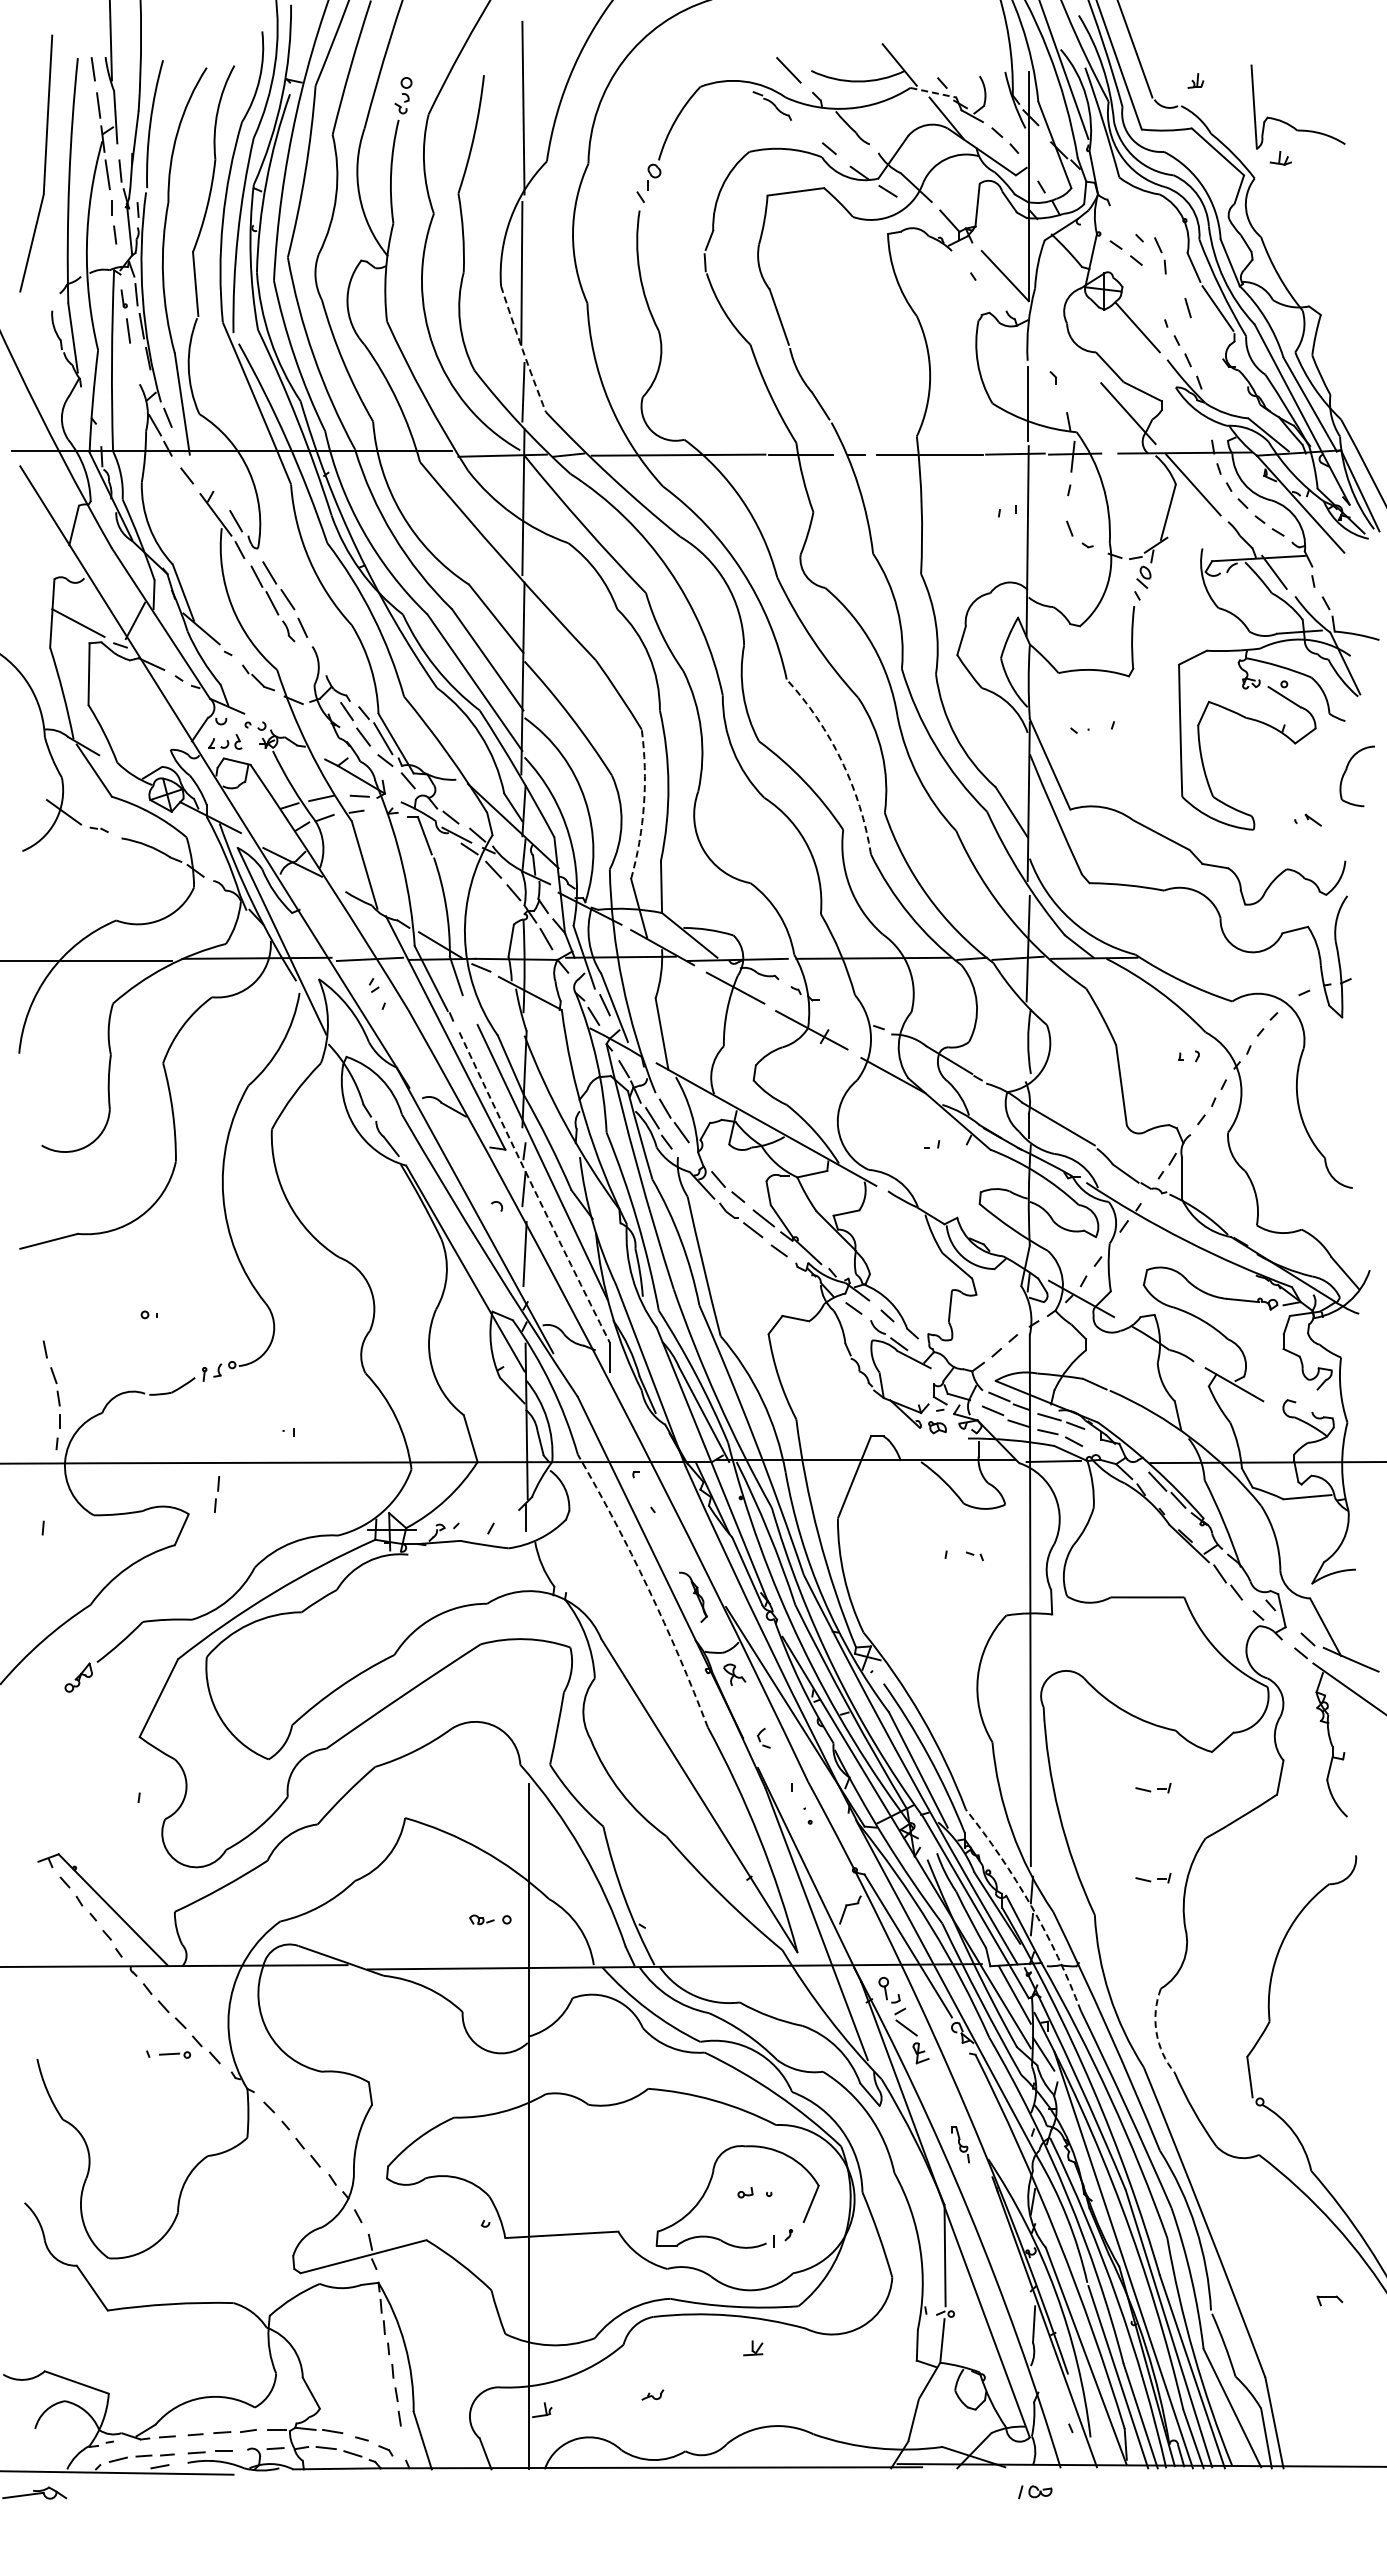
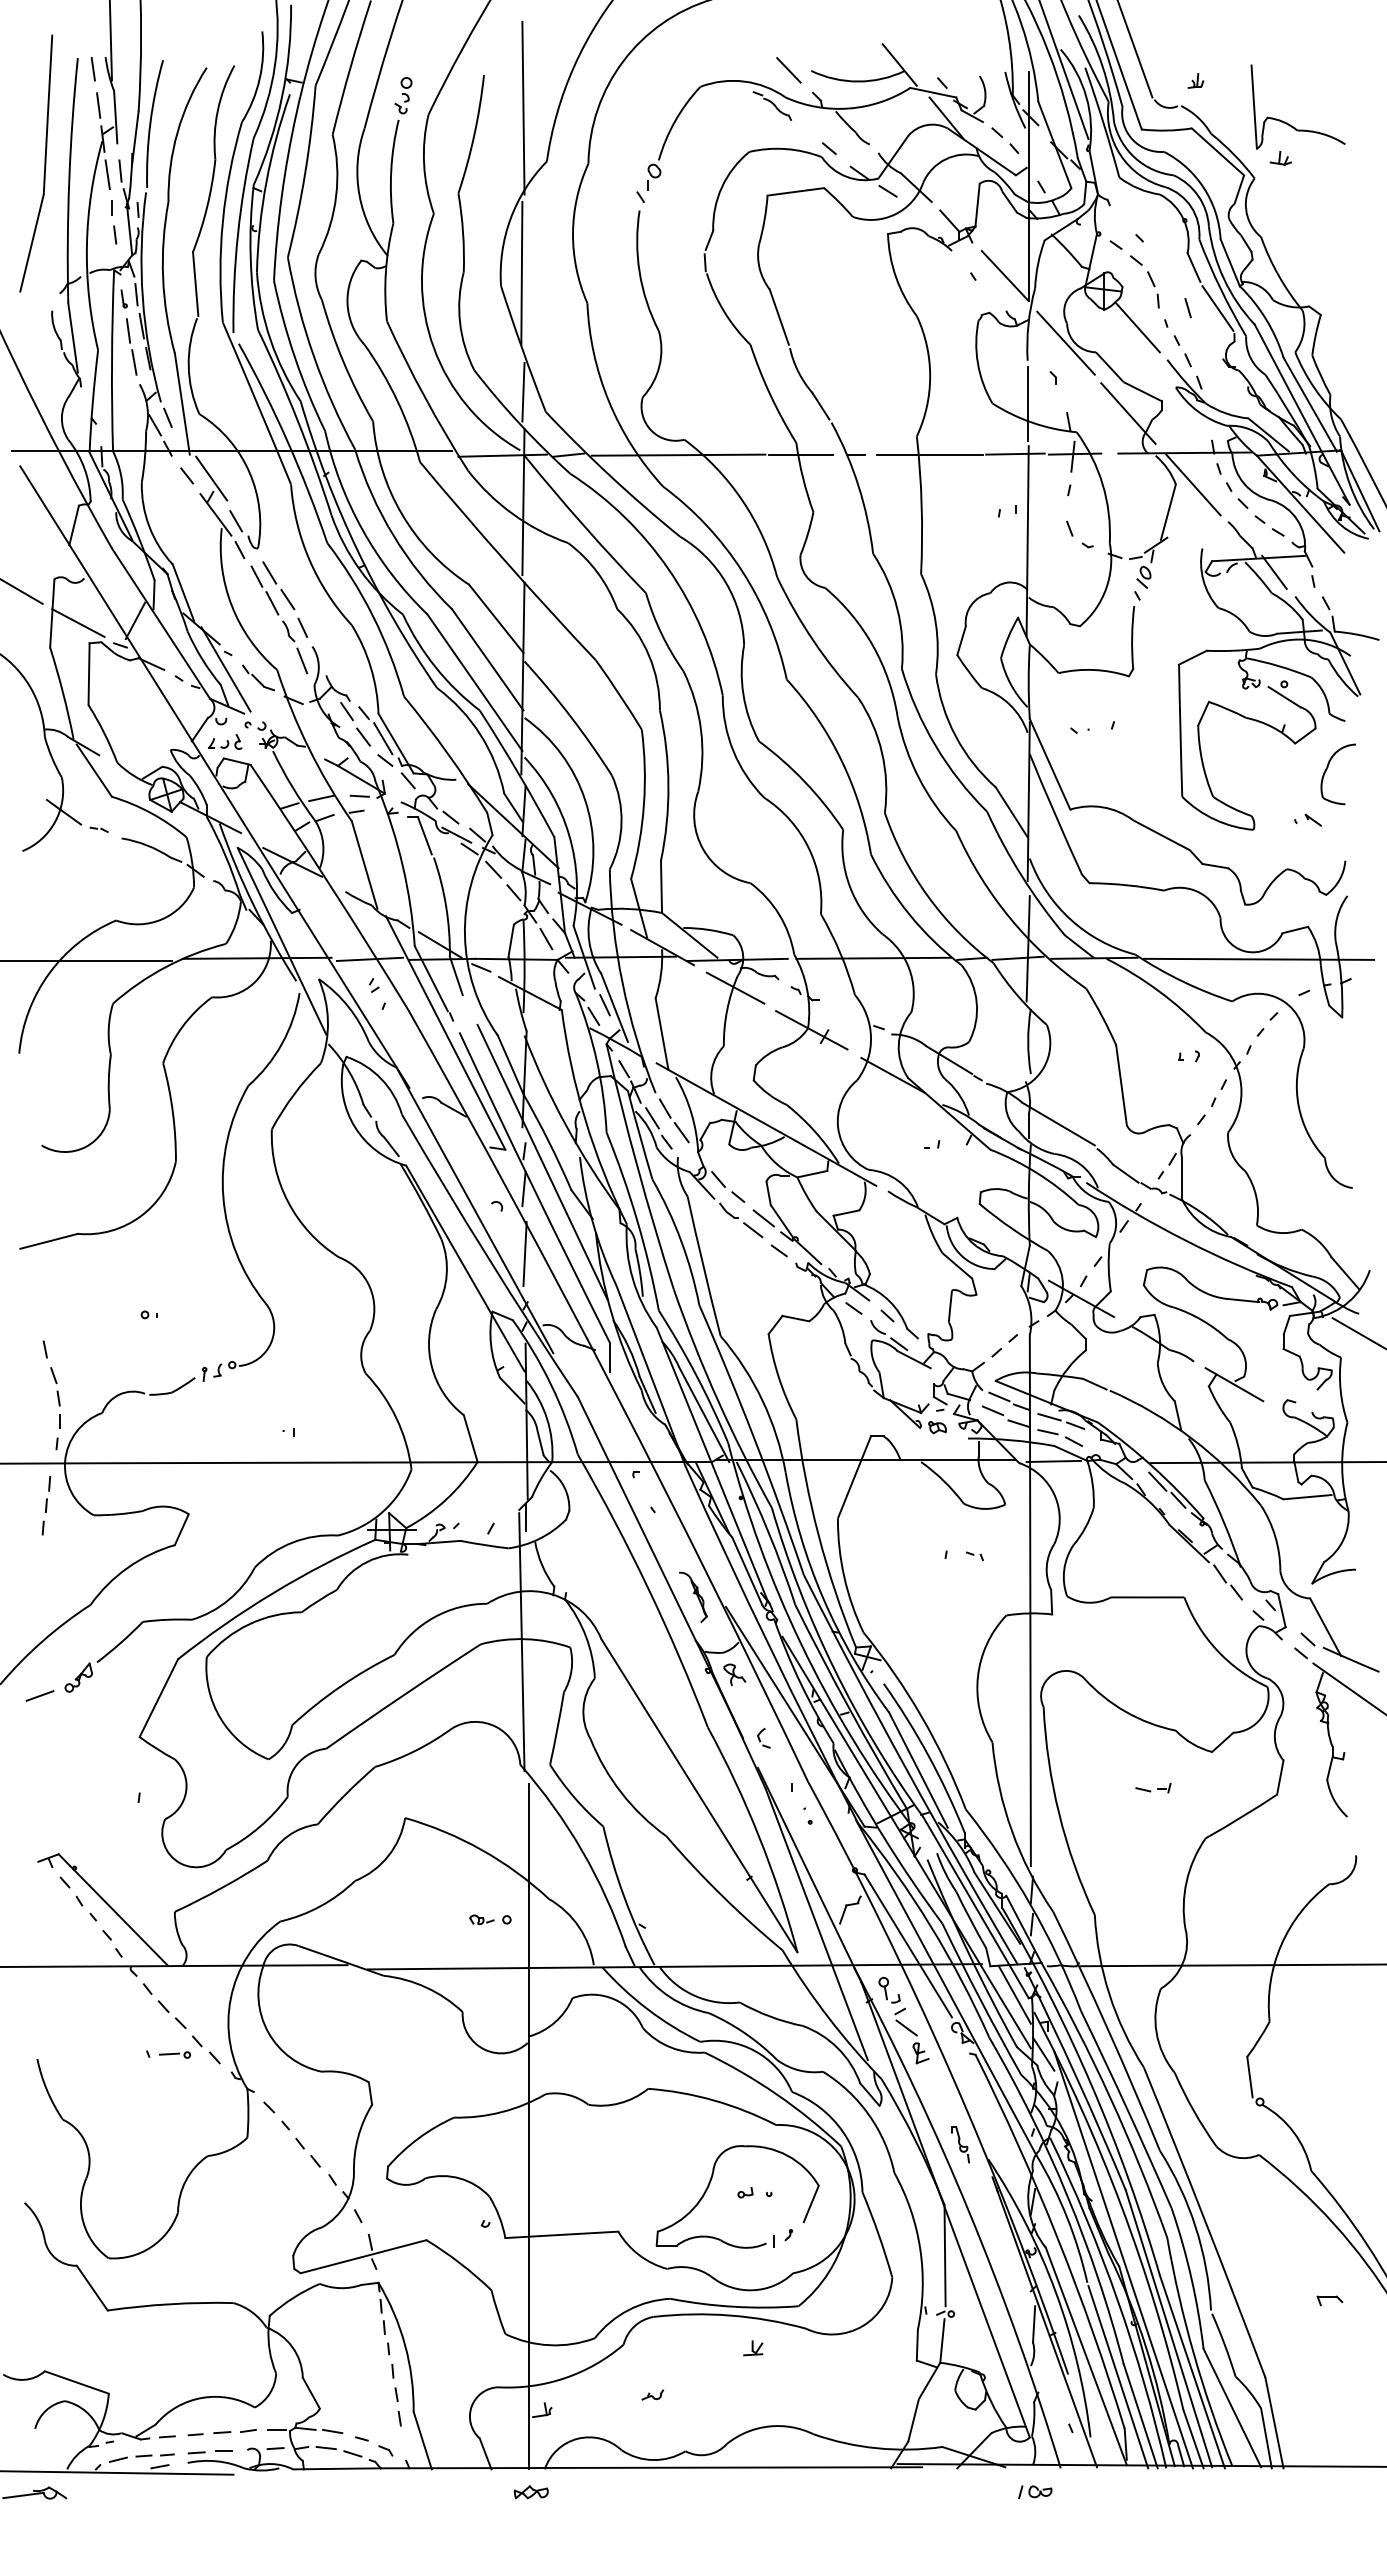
line at (933, 92): dashed -> solid
part at (1160, 255) position: (1160, 255) -> (1153, 289)
line at (1065, 342): none -> present
arc at (522, 349): dashed -> solid
line at (134, 362): none -> present
line at (211, 478): none -> present
line at (22, 591): none -> present
line at (302, 660): none -> present
line at (225, 669): none -> present
arc at (841, 760): dashed -> solid
part at (1346, 771) position: (1346, 771) -> (1327, 769)
arc at (643, 804): dashed -> solid
line at (1258, 958): none -> present
arc at (533, 1188): dashed -> solid
line at (1357, 1332): none -> present
part at (217, 1494) position: (217, 1494) -> (48, 1494)
arc at (648, 1588): dashed -> solid
line at (521, 1642): none -> present
line at (39, 1695): none -> present
part at (1153, 1878): present -> none
arc at (1031, 1905): dashed -> solid
line at (1231, 1965): none -> present
arc at (1156, 2032): dashed -> solid
part at (530, 2492): none -> present
